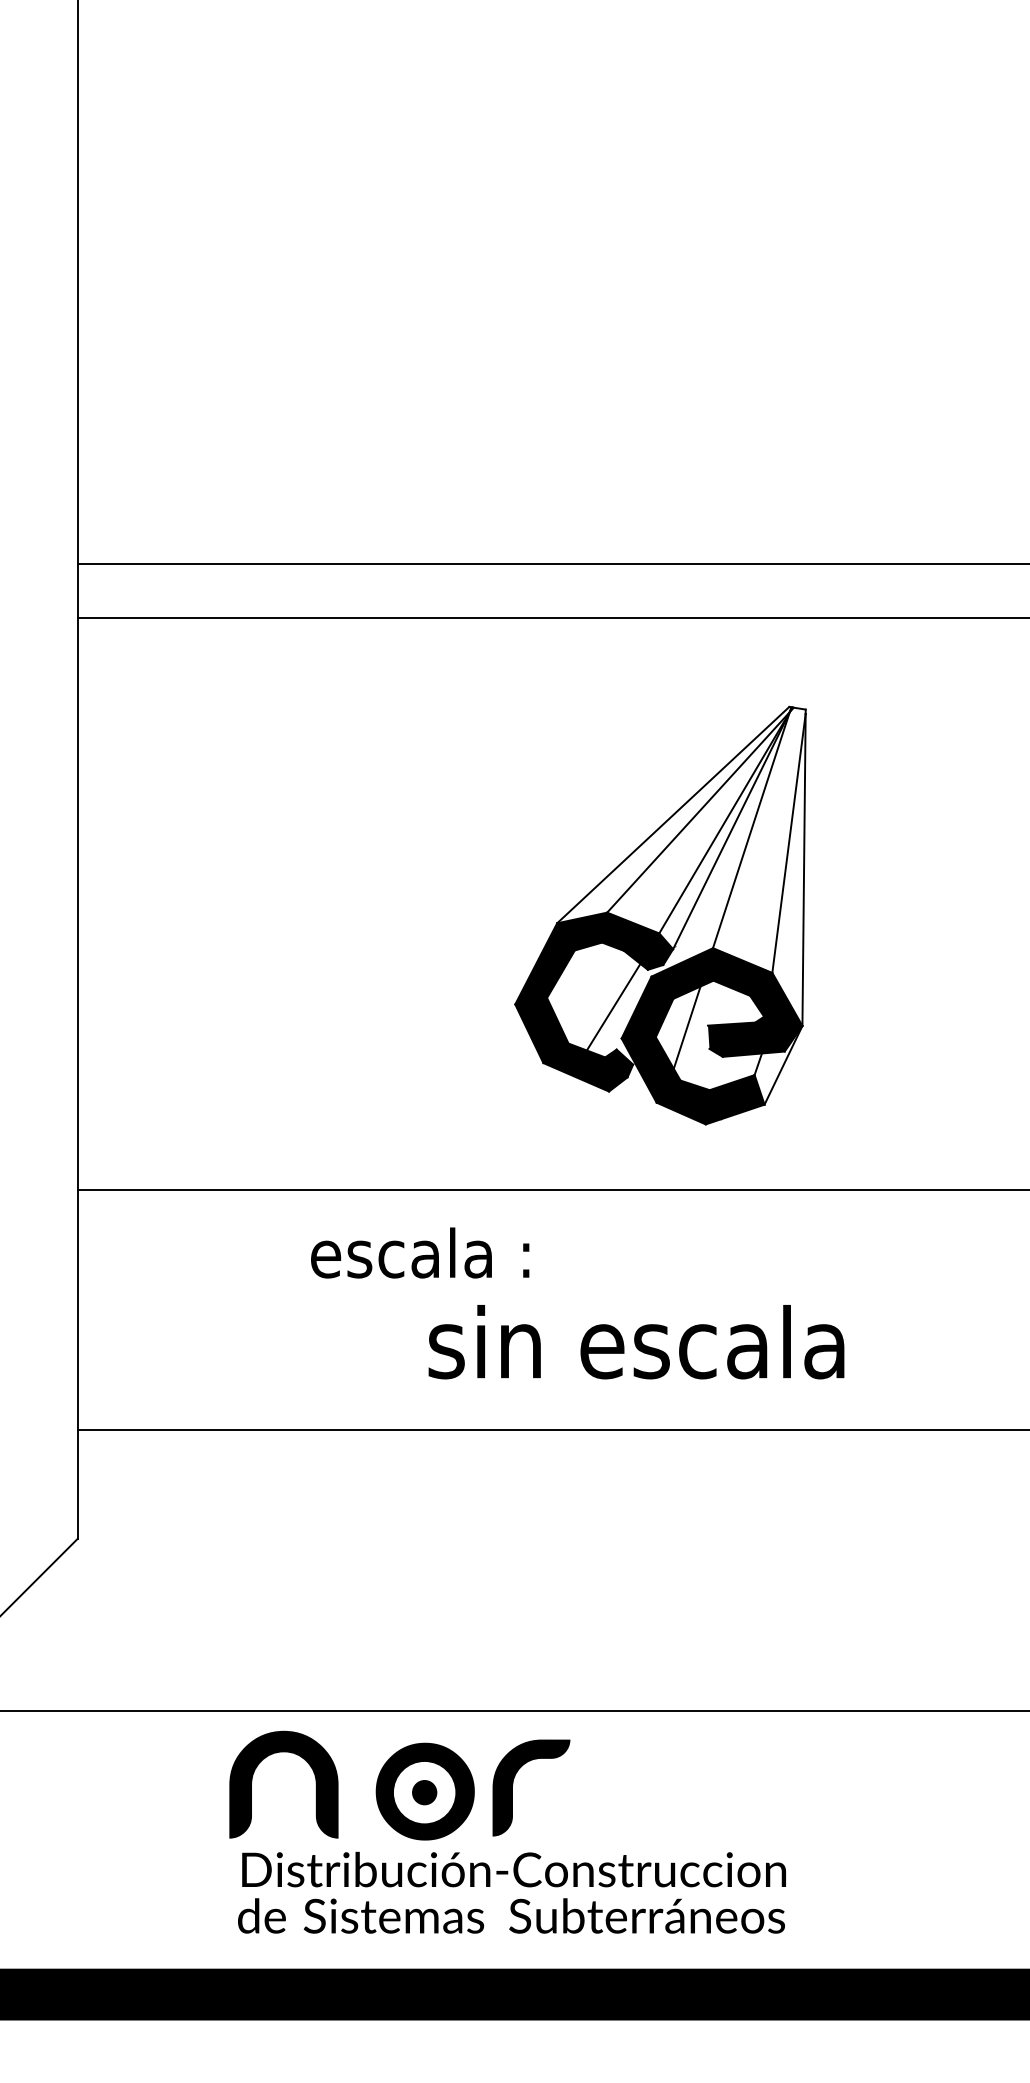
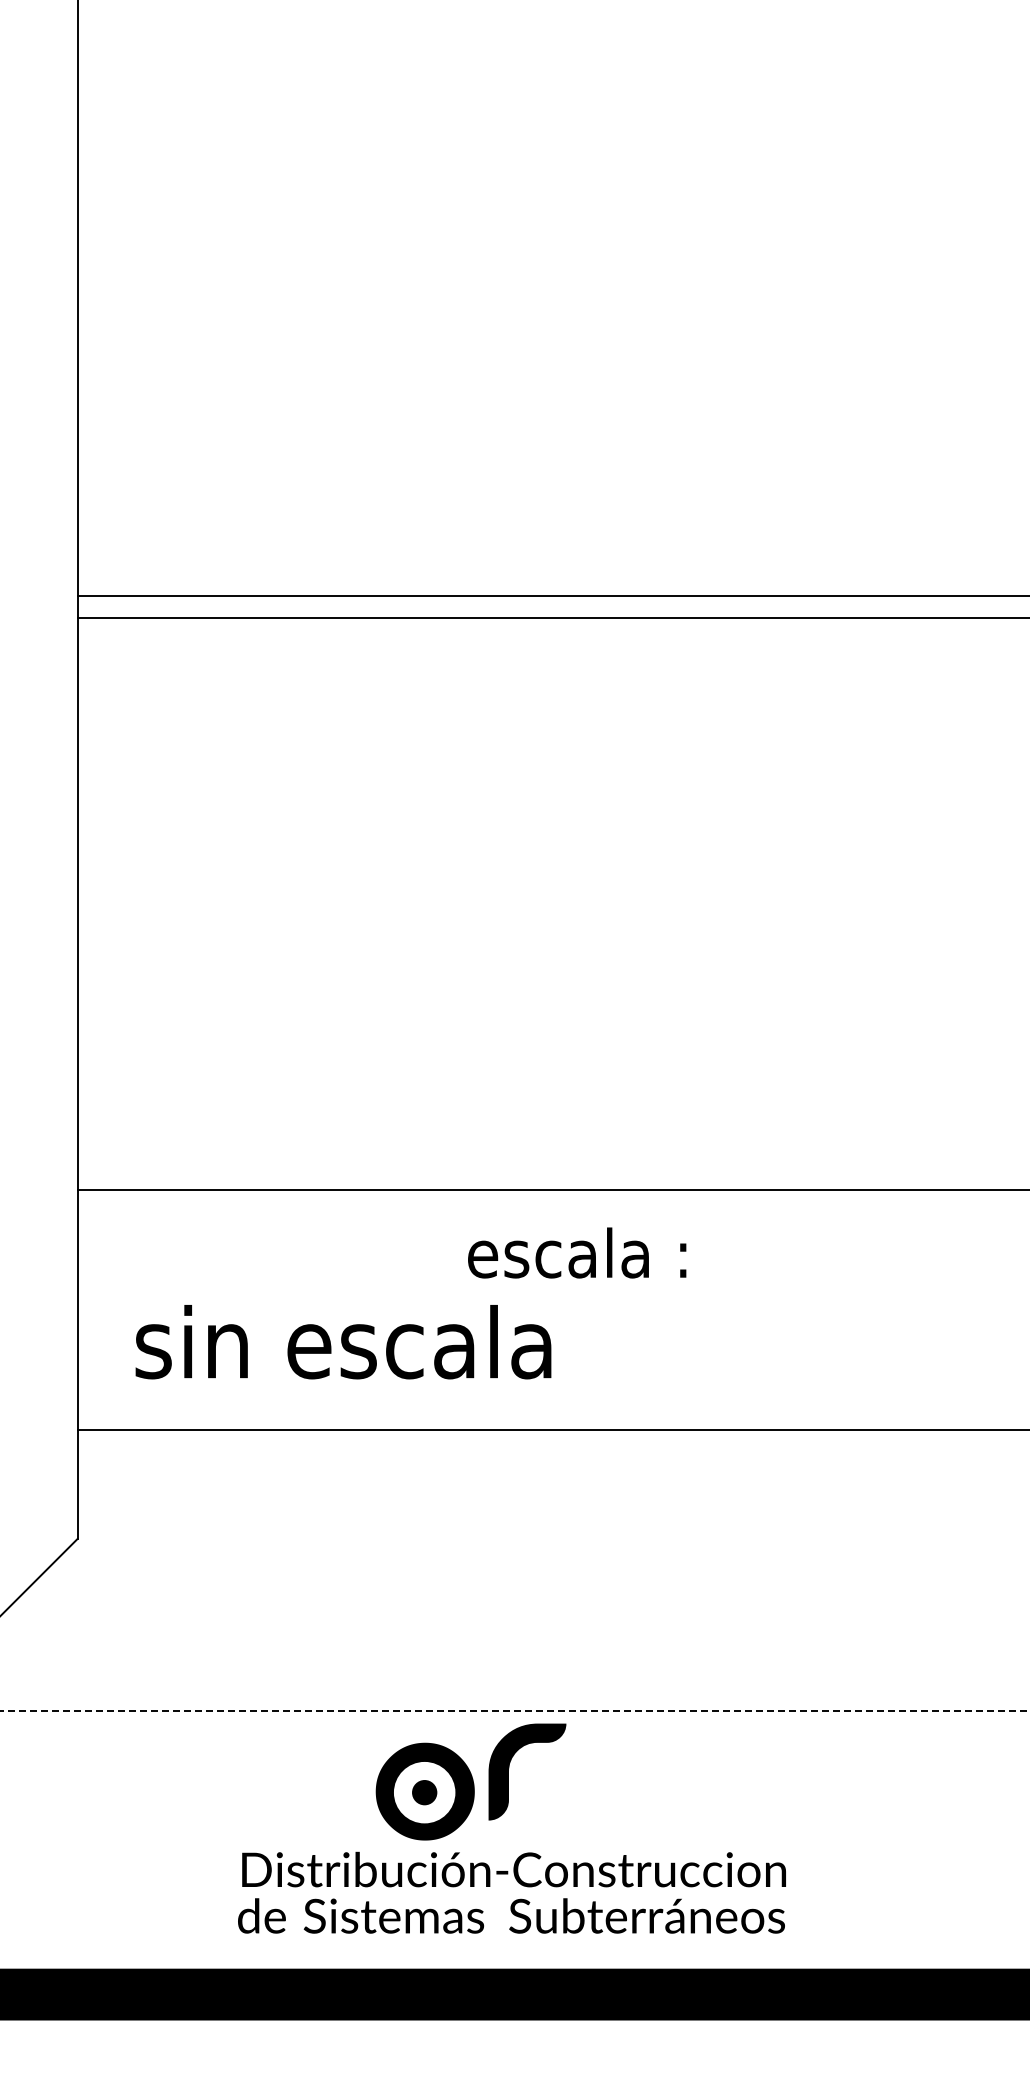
line at (551, 563) position: (551, 563) -> (551, 595)
part at (660, 915): present -> none
text at (420, 1252) position: (420, 1252) -> (577, 1252)
text at (636, 1342) position: (636, 1342) -> (343, 1342)
line at (514, 1711): solid -> dashed
fill at (283, 1784): present -> none
part at (513, 1784) position: (513, 1784) -> (509, 1768)
